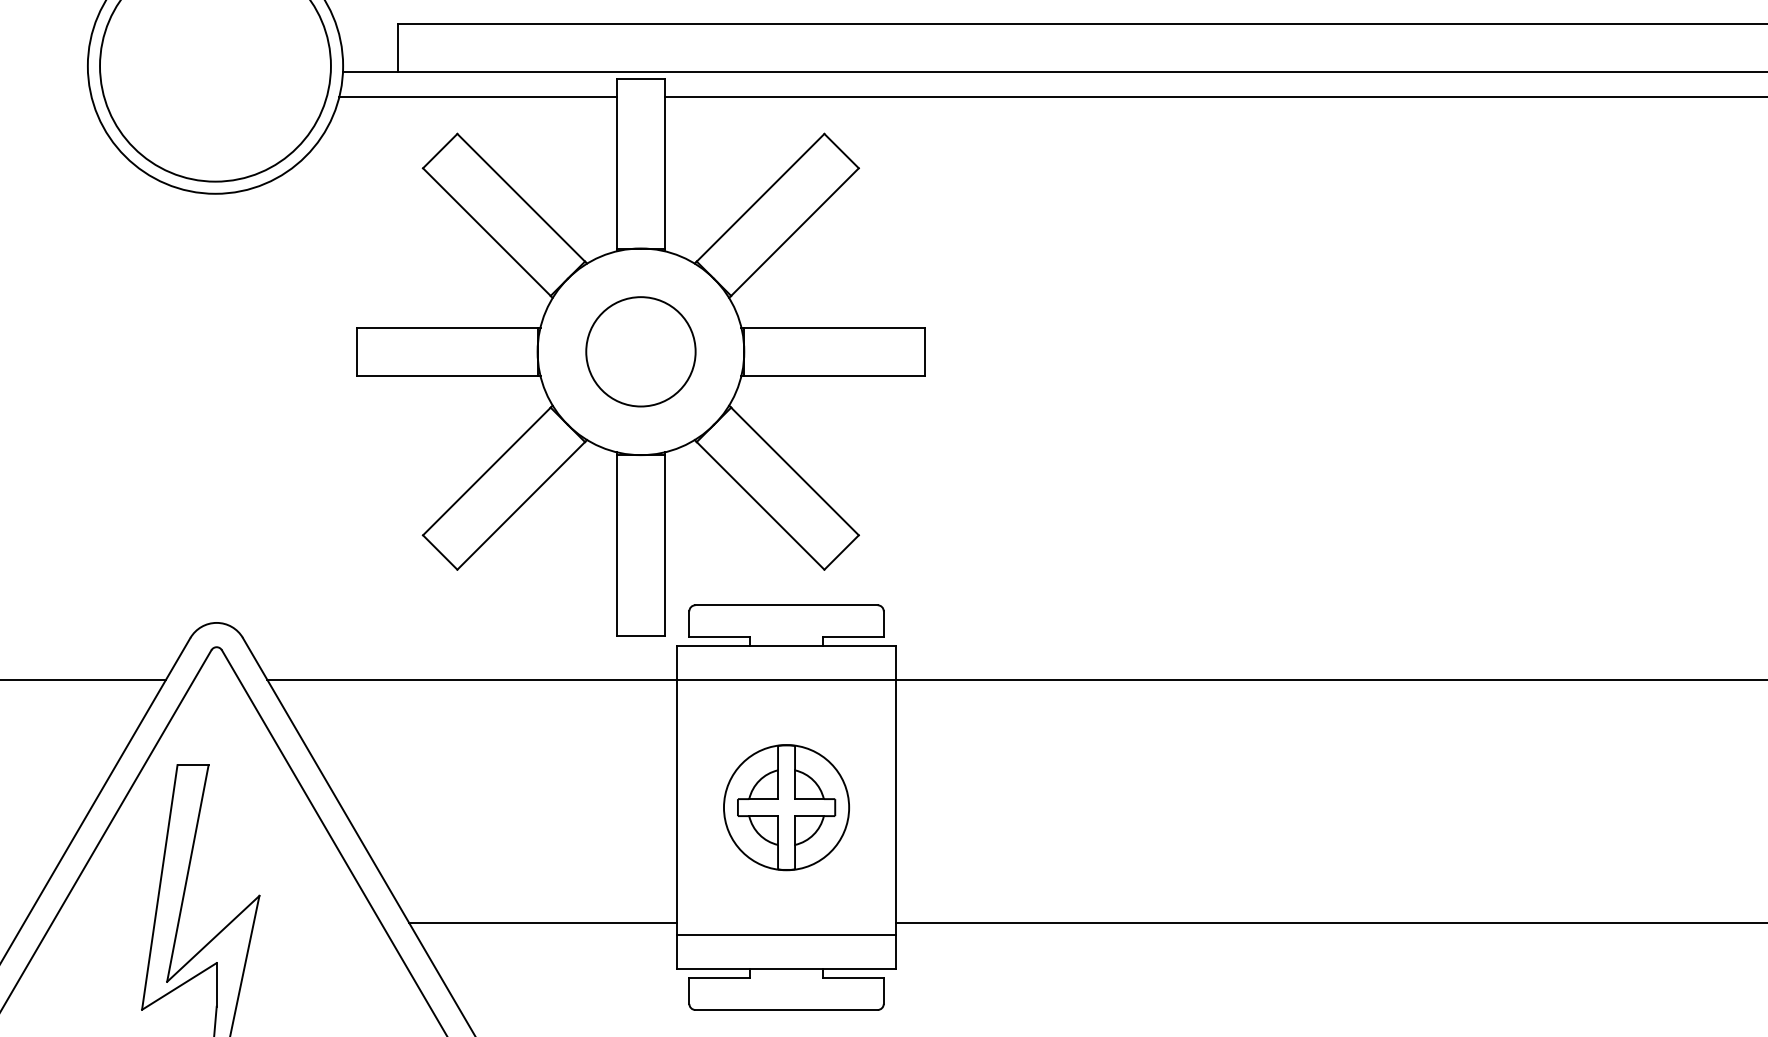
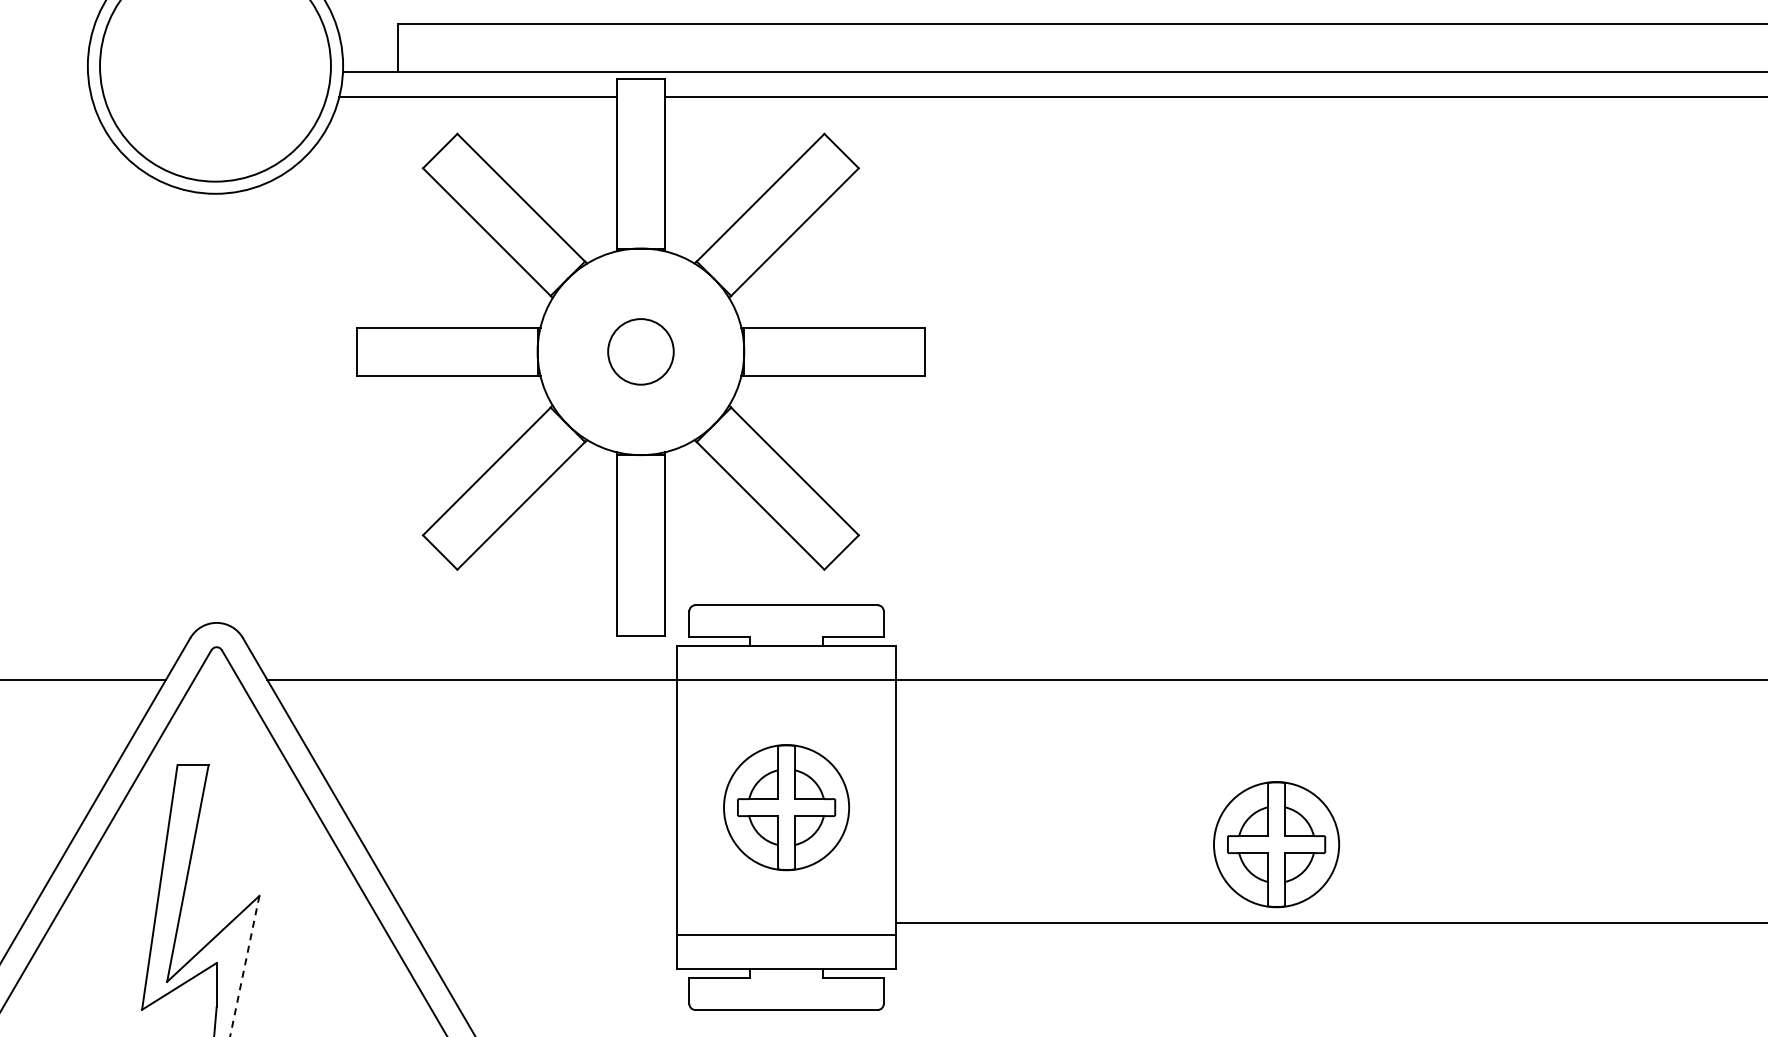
circle at (640, 351) size: 112x112 px -> 68x68 px
part at (1276, 844): none -> present
line at (543, 923): present -> none
line at (244, 966): solid -> dashed
